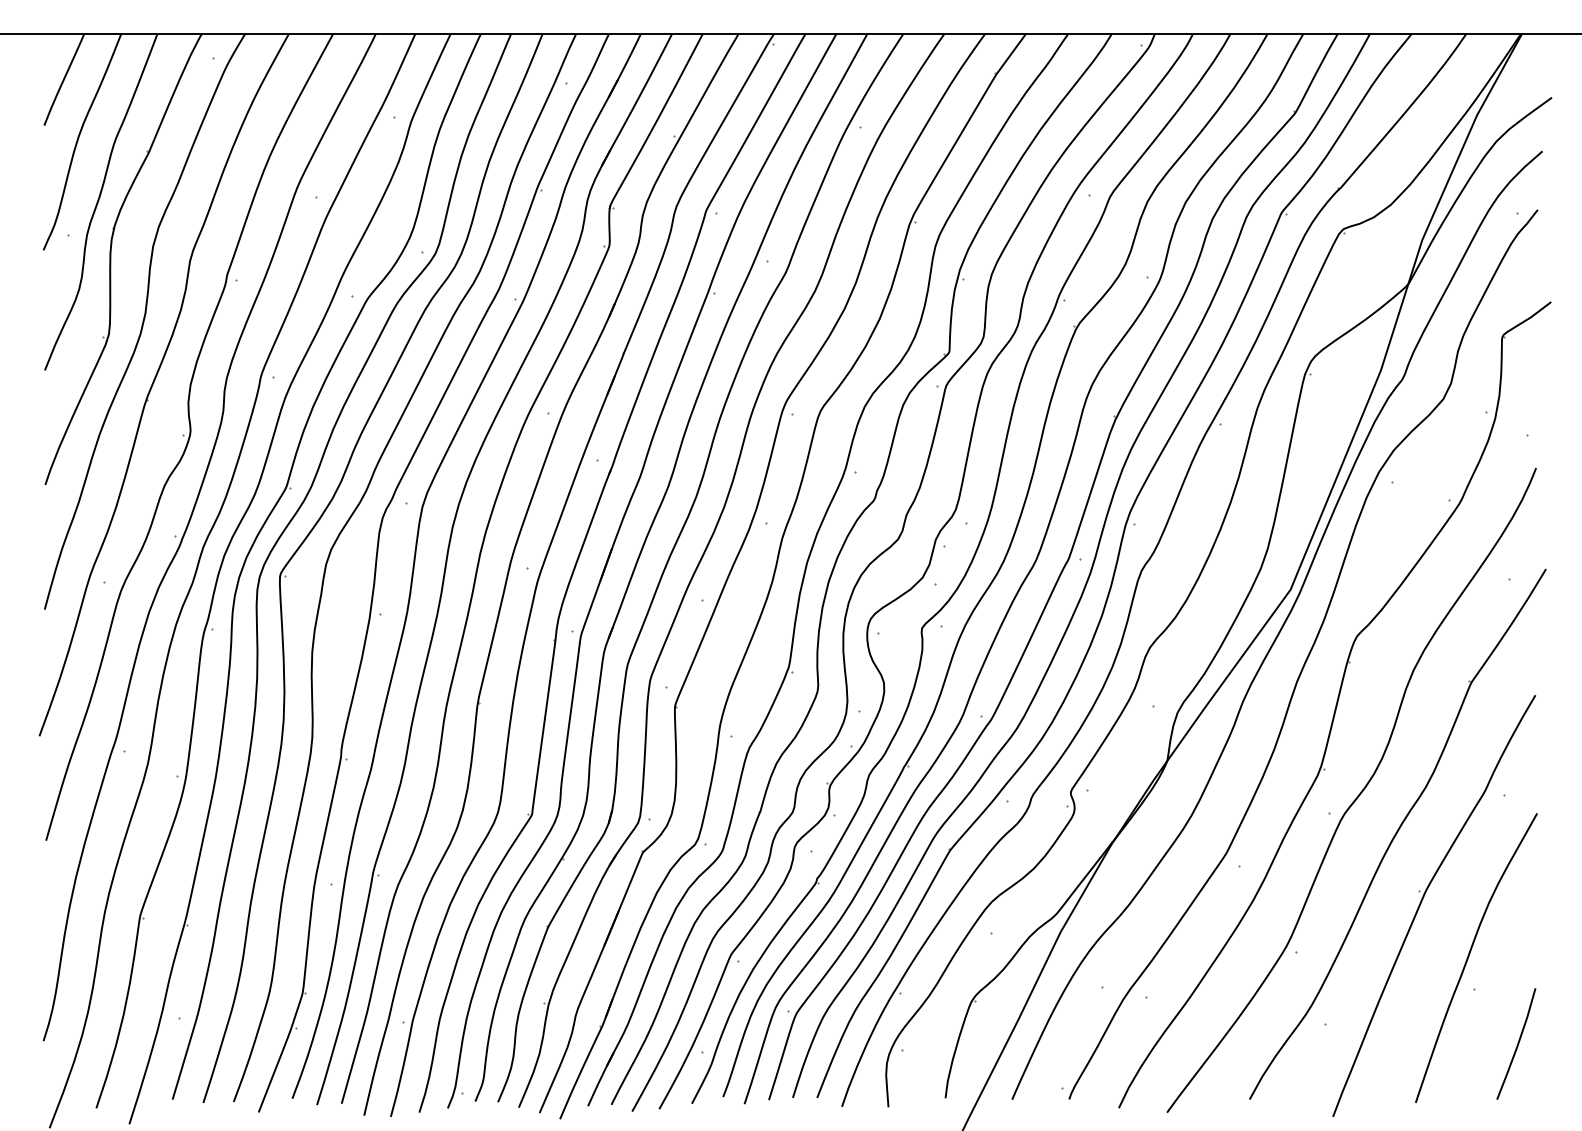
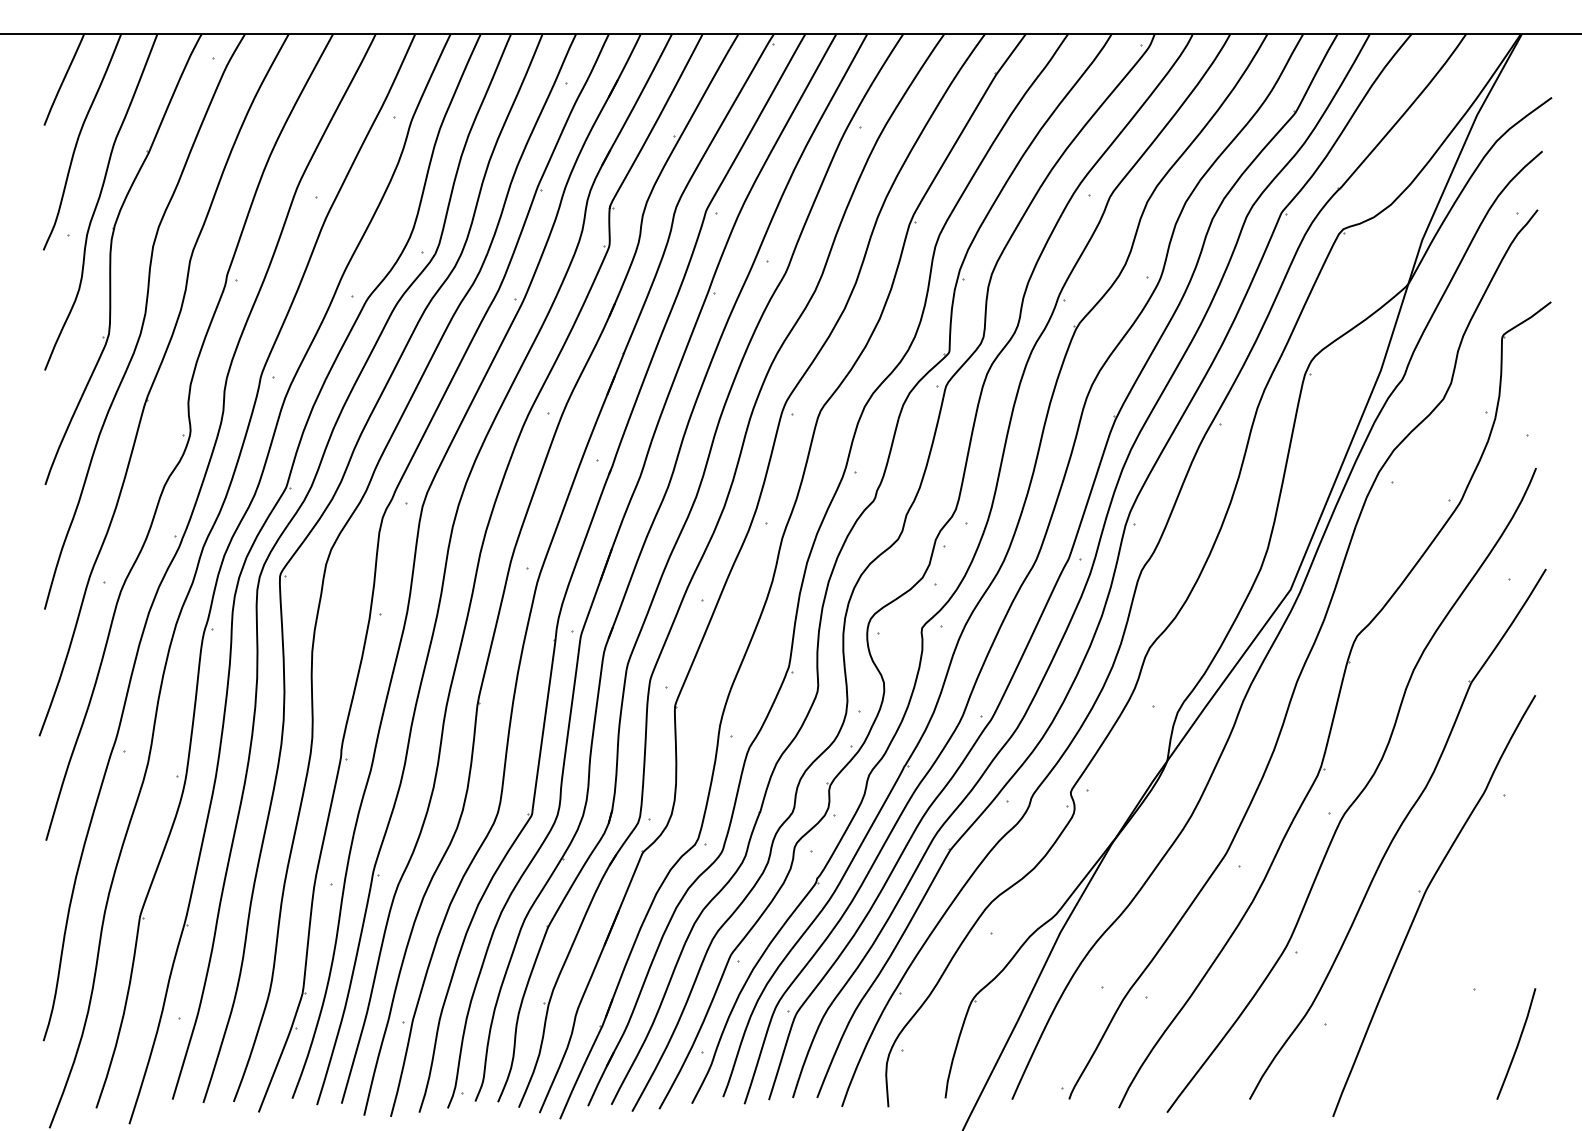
curve at (1469, 956): present -> none
